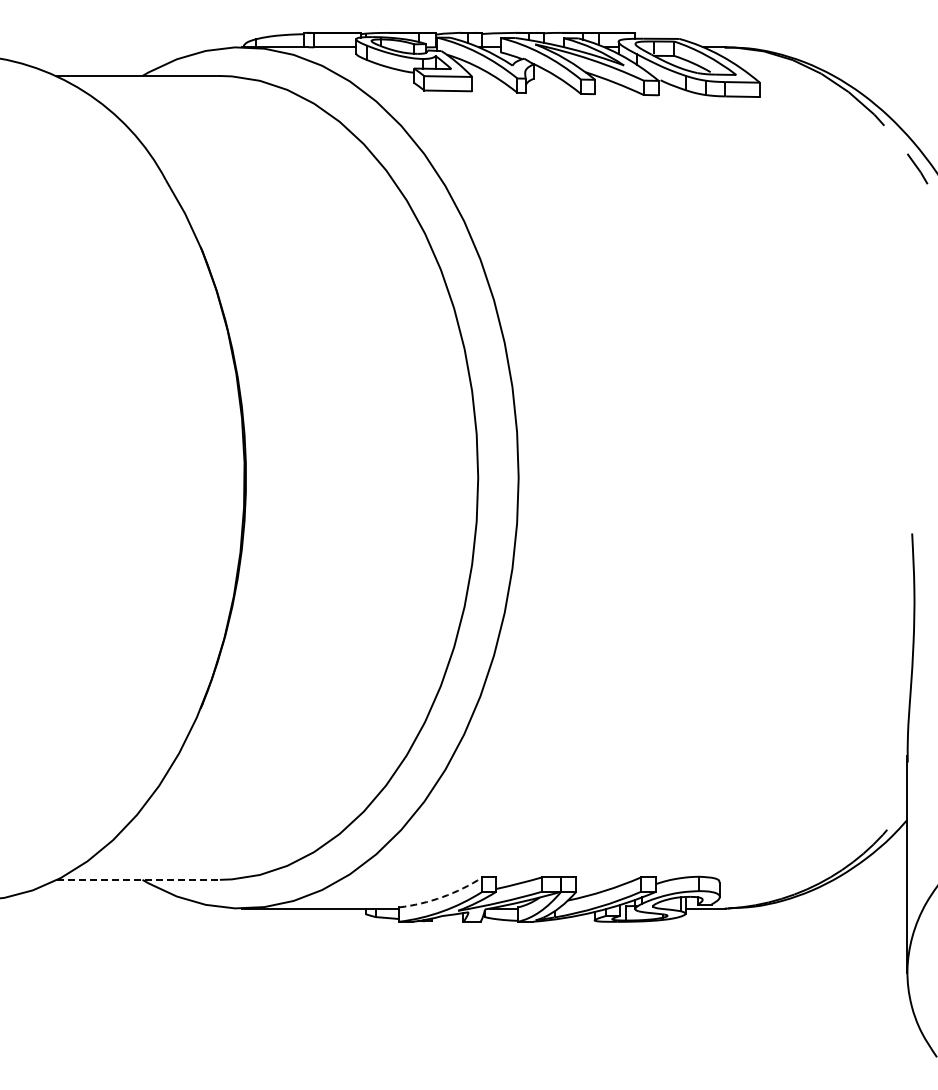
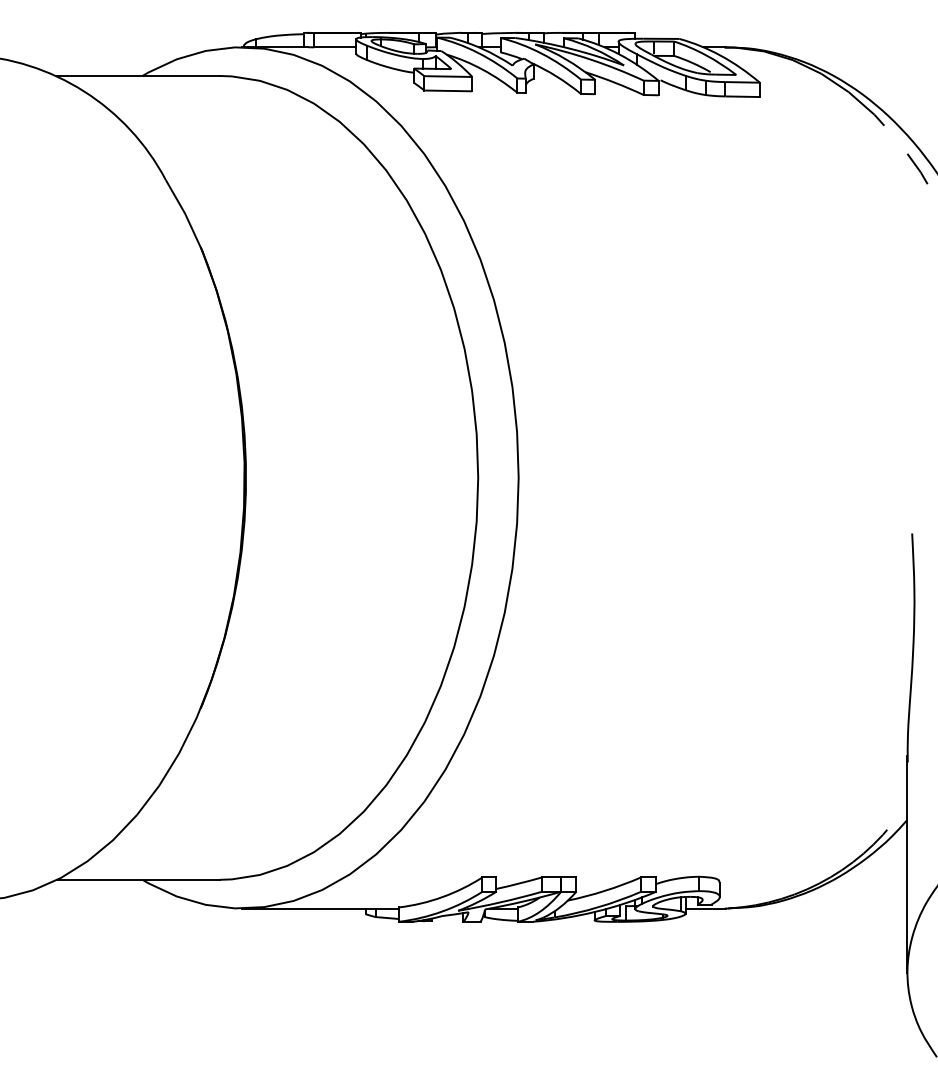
line at (139, 879): dashed -> solid
arc at (442, 897): dashed -> solid
